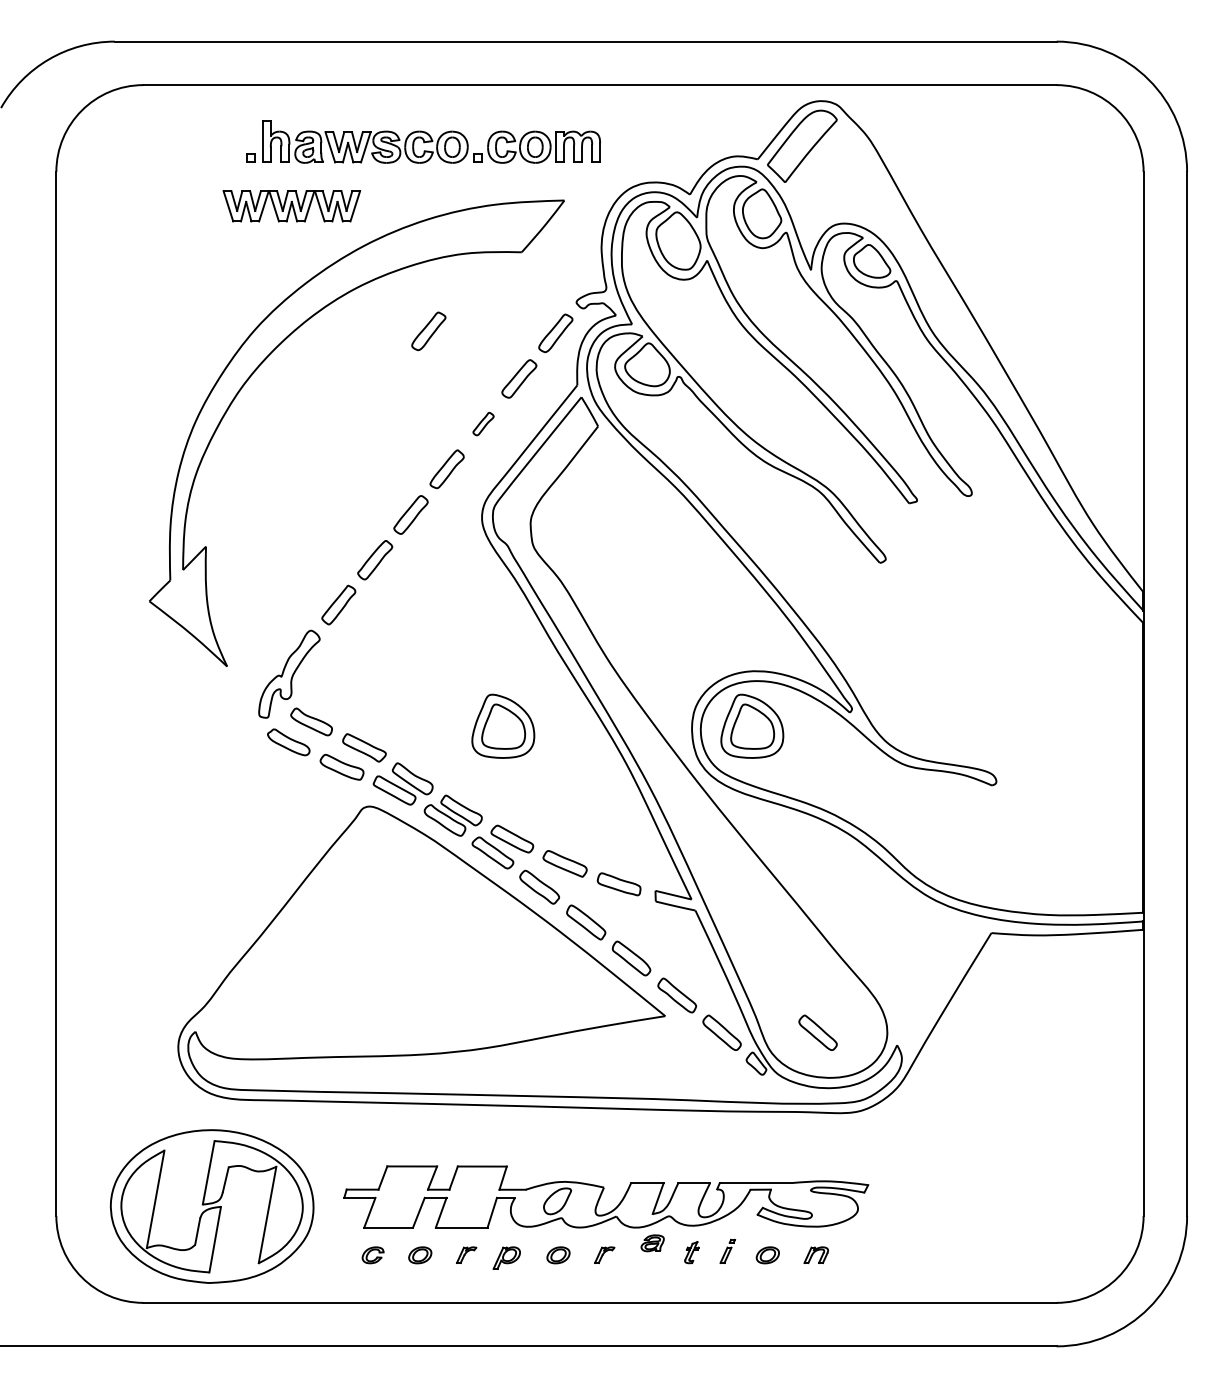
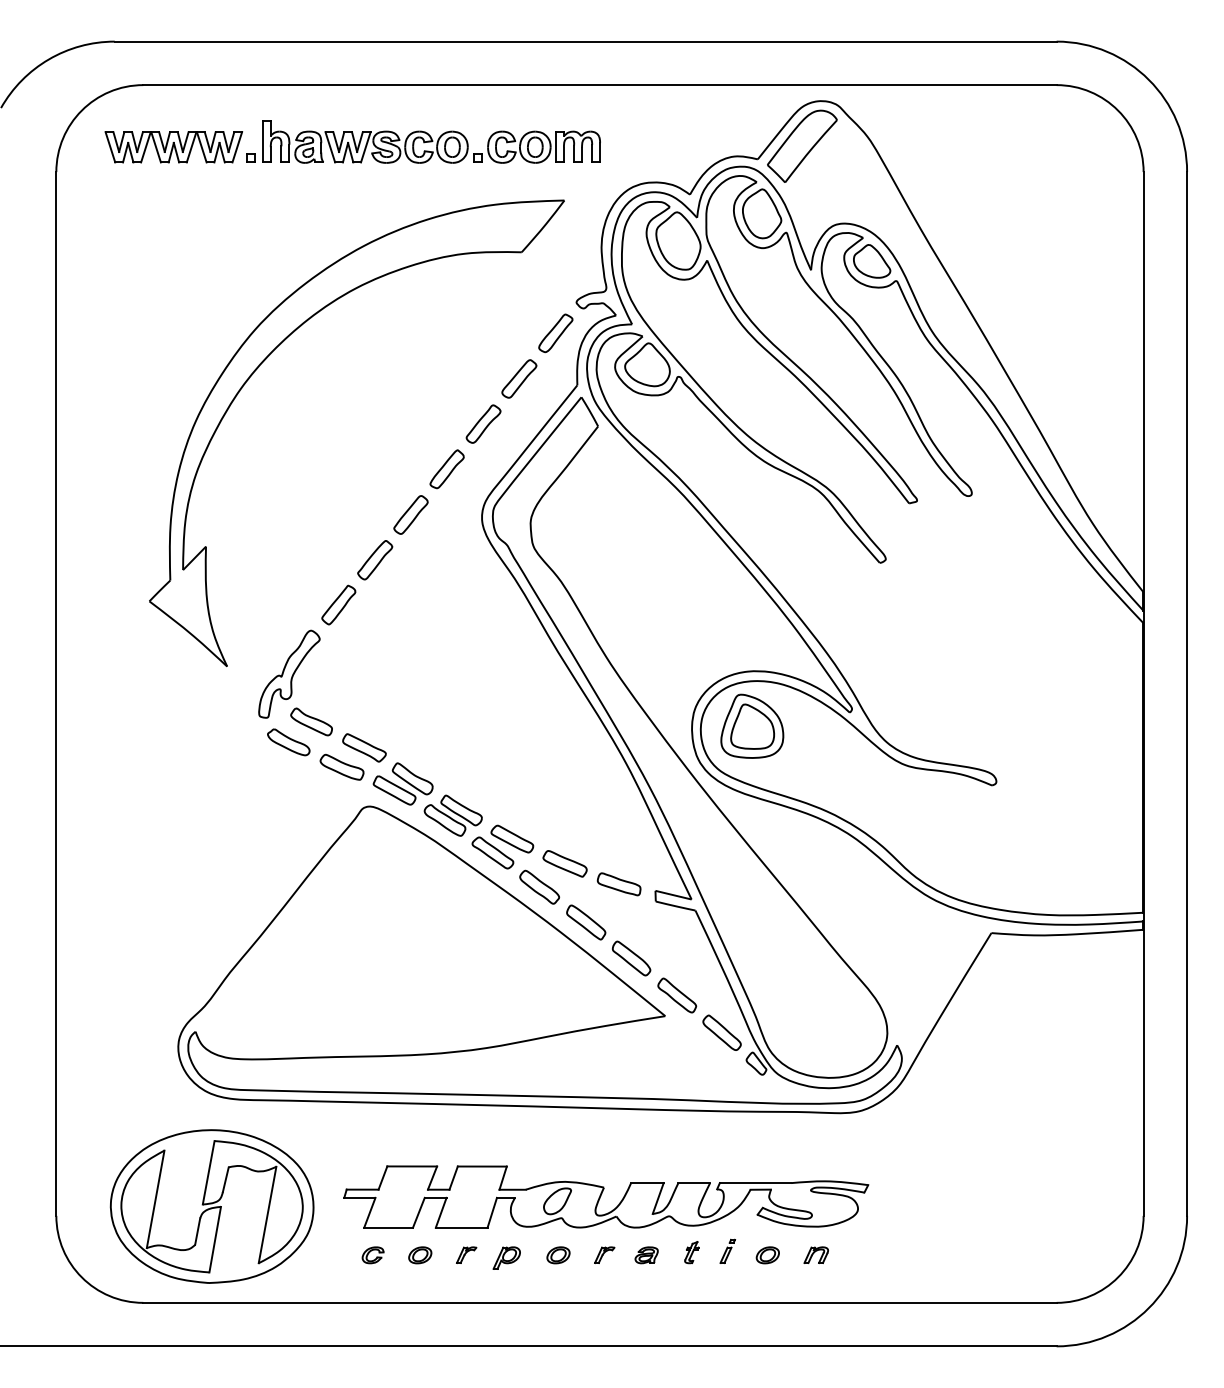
part at (291, 206) position: (291, 206) -> (173, 147)
part at (428, 331): present -> none
part at (483, 423) size: 23x26 px -> 37x40 px
part at (503, 725): present -> none
part at (817, 1032): present -> none
part at (652, 1243) position: (652, 1243) -> (646, 1255)
